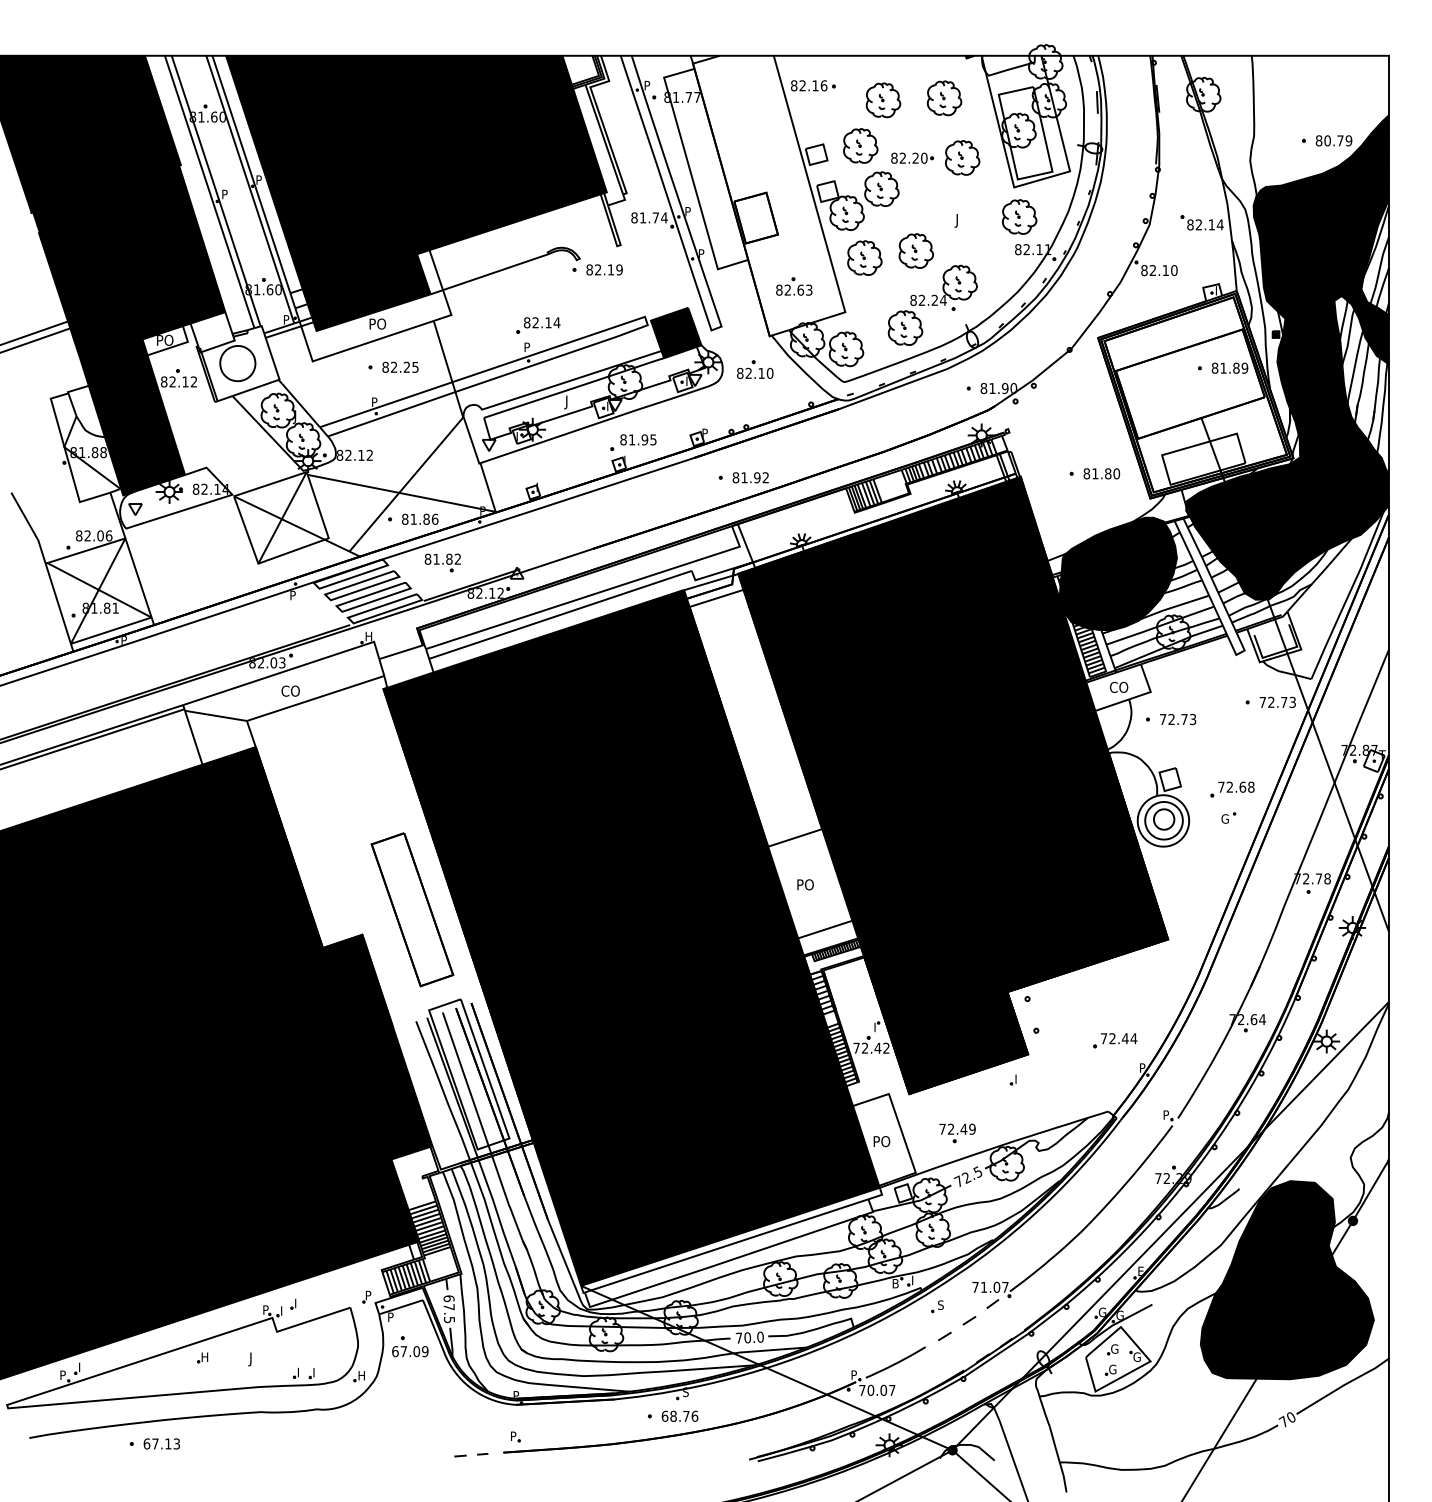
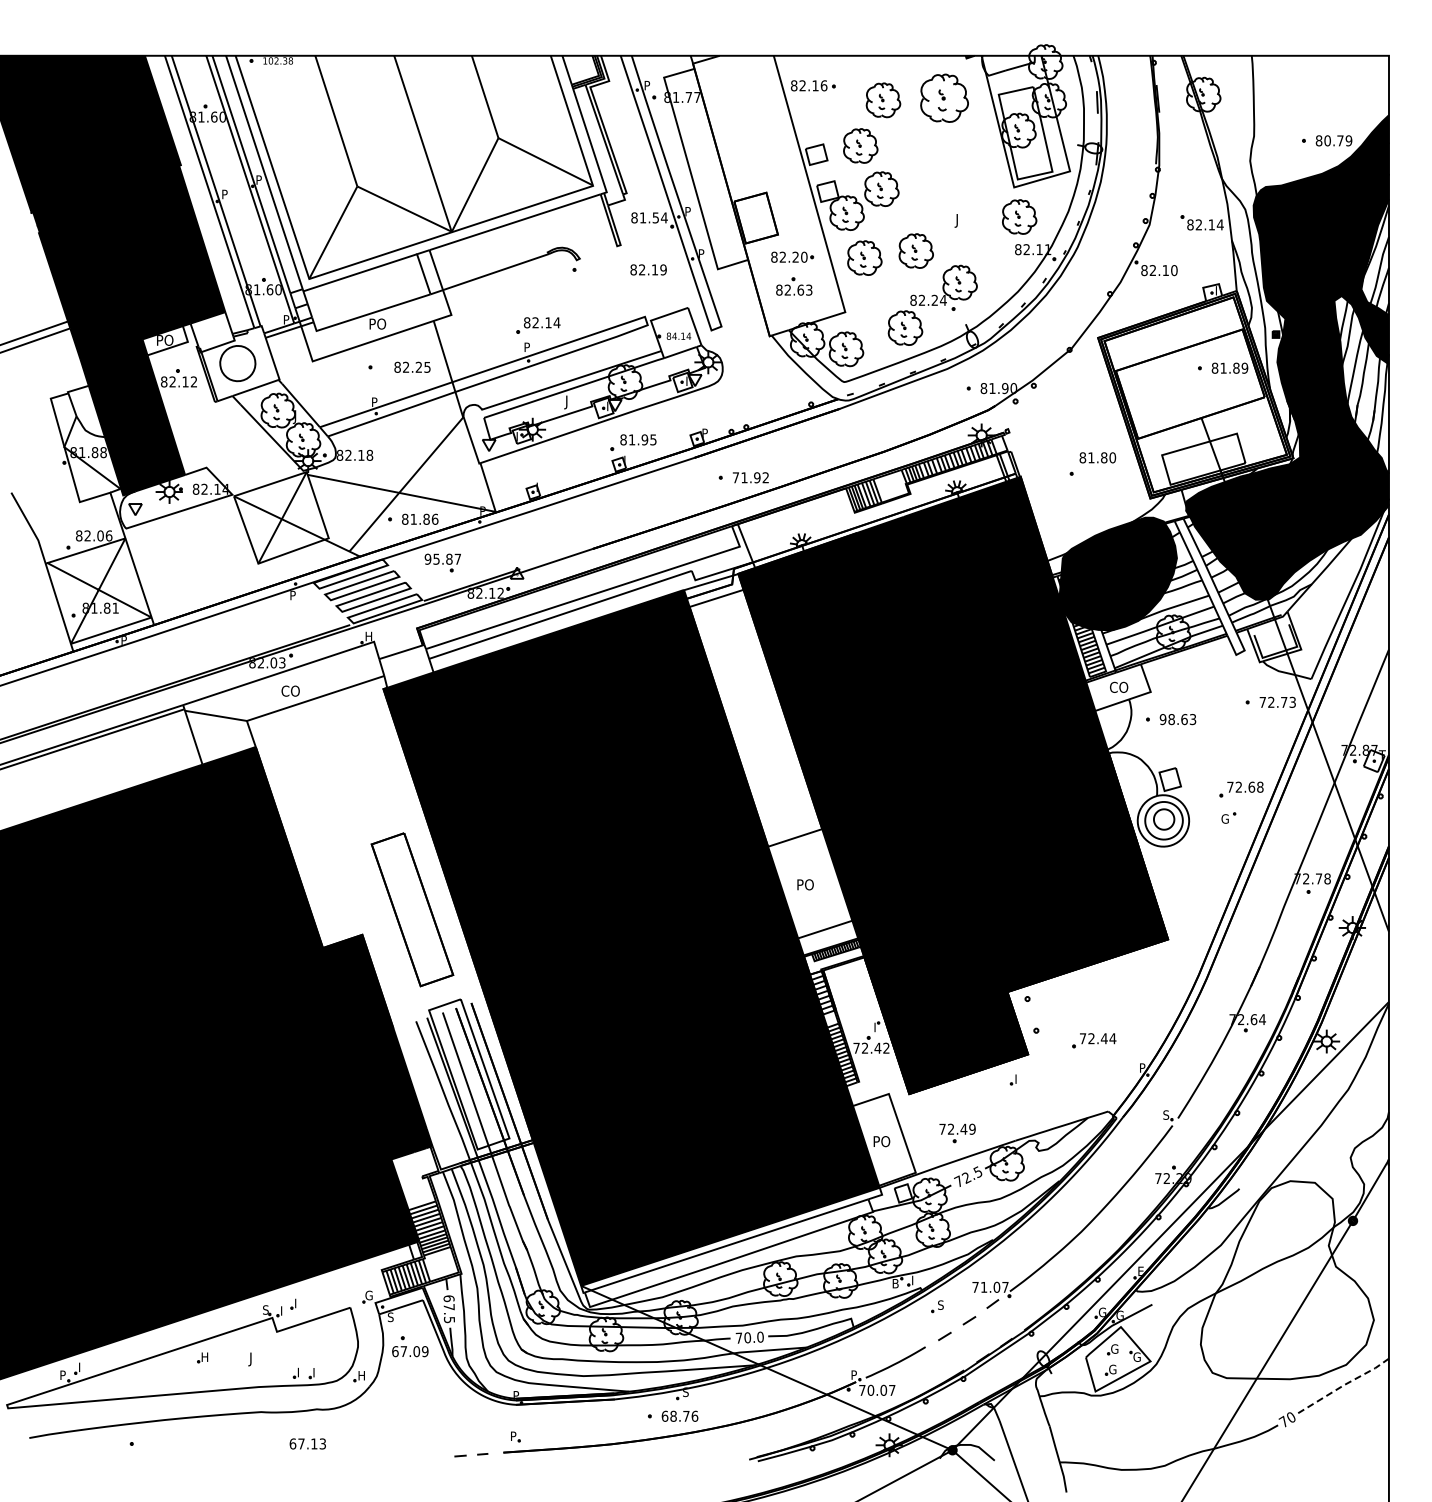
part at (944, 98) size: 37x37 px -> 49x50 px
part at (912, 157) position: (912, 157) -> (792, 256)
part at (962, 157): present -> none
fill at (416, 193): present -> none
text at (655, 217): 81.74 -> 81.54
text at (604, 269) position: (604, 269) -> (648, 269)
fill at (675, 332): present -> none
text at (400, 366) position: (400, 366) -> (412, 366)
part at (755, 369): present -> none
text at (369, 455): 82.12 -> 82.18
text at (1101, 473) position: (1101, 473) -> (1097, 457)
text at (735, 477): 81.92 -> 71.92
text at (442, 558): 81.82 -> 95.87
text at (1173, 719): 72.73 -> 98.63
part at (1232, 789) position: (1232, 789) -> (1241, 789)
part at (1115, 1040) position: (1115, 1040) -> (1094, 1040)
text at (1166, 1114): P -> S
fill at (1286, 1280): present -> none
text at (368, 1295): P -> G
text at (265, 1309): P -> S
text at (390, 1317): P -> S
line at (1343, 1385): solid -> dashed
text at (161, 1443) position: (161, 1443) -> (307, 1443)
